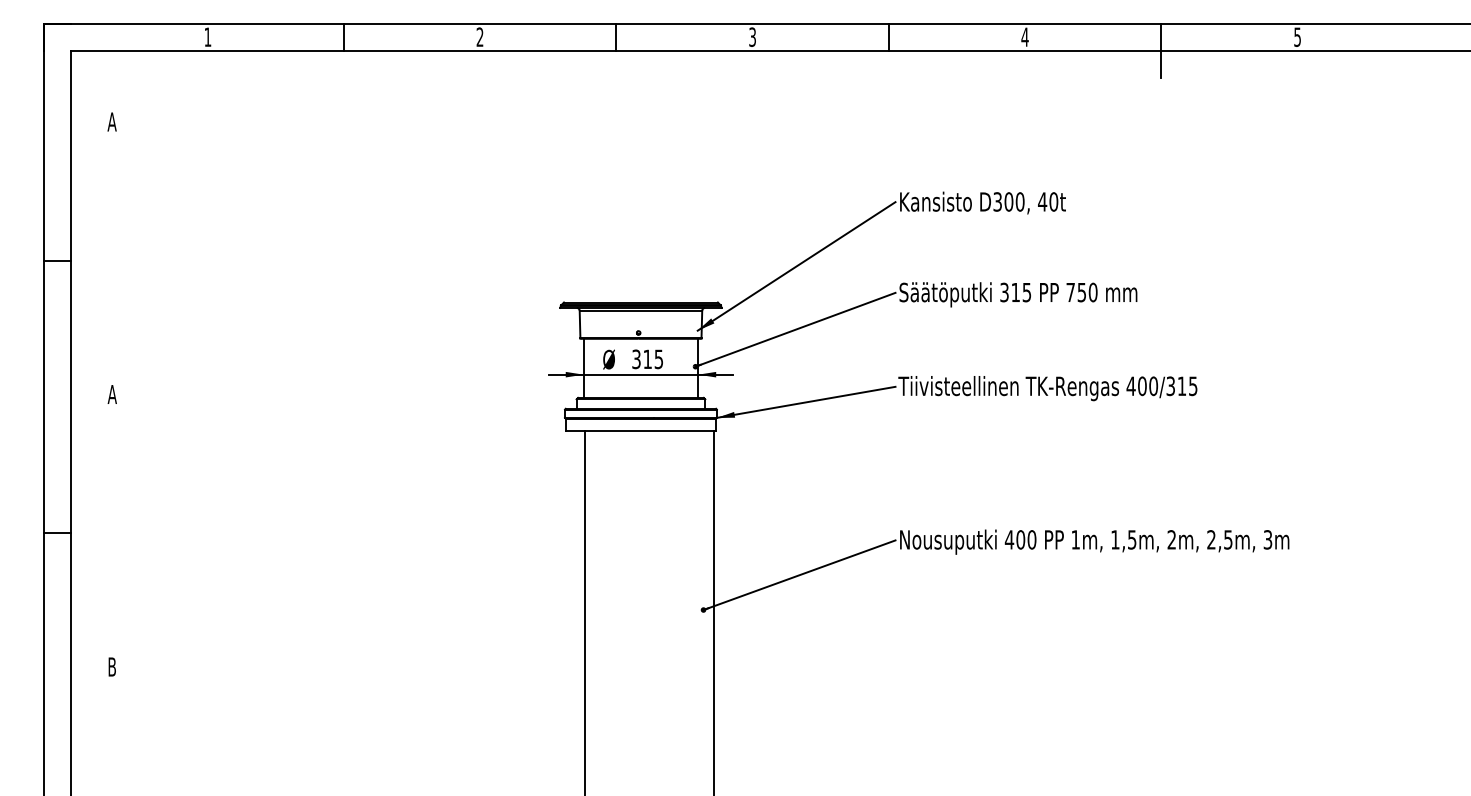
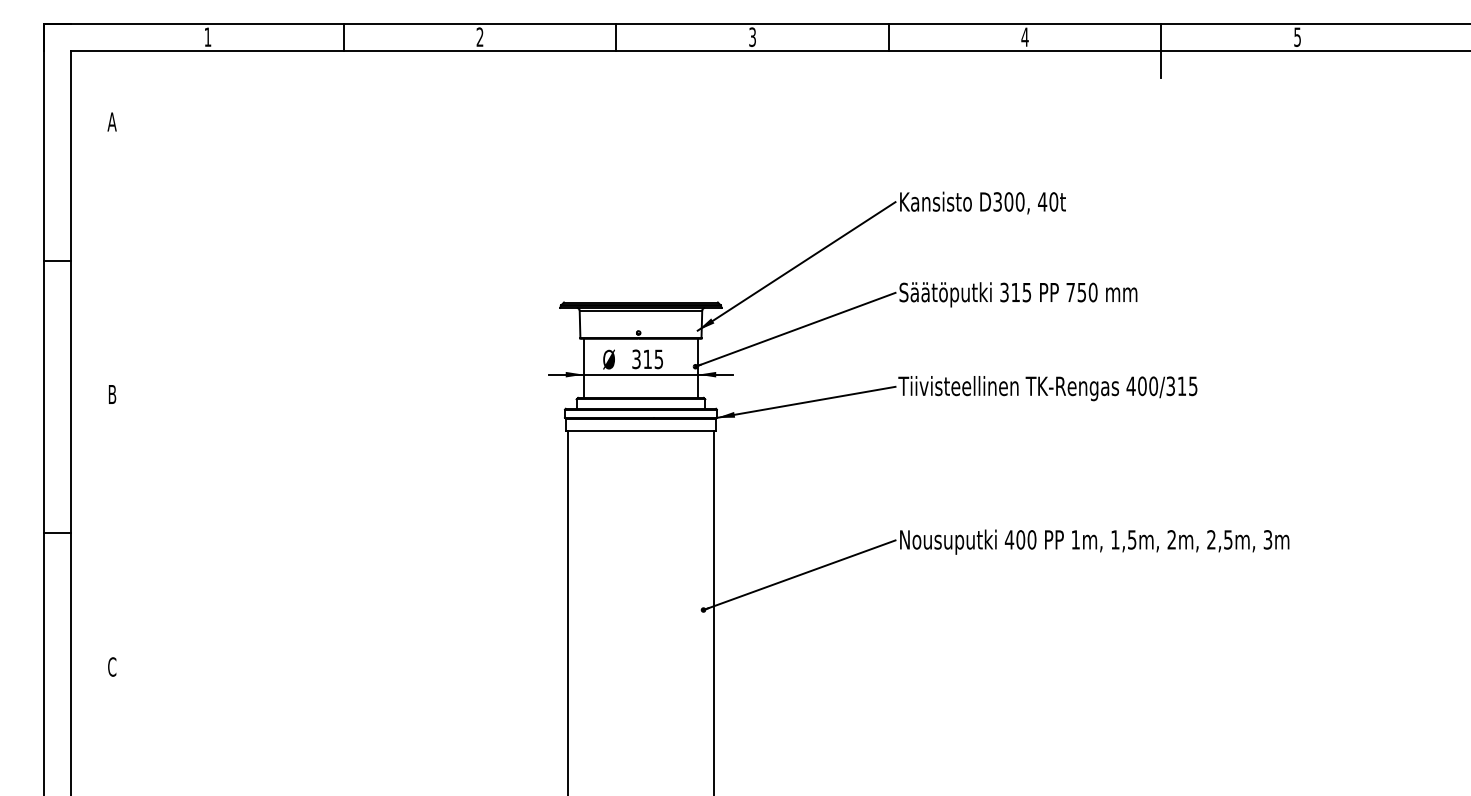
text at (111, 394): A -> B
line at (585, 611) position: (585, 611) -> (568, 611)
text at (112, 666): B -> C
